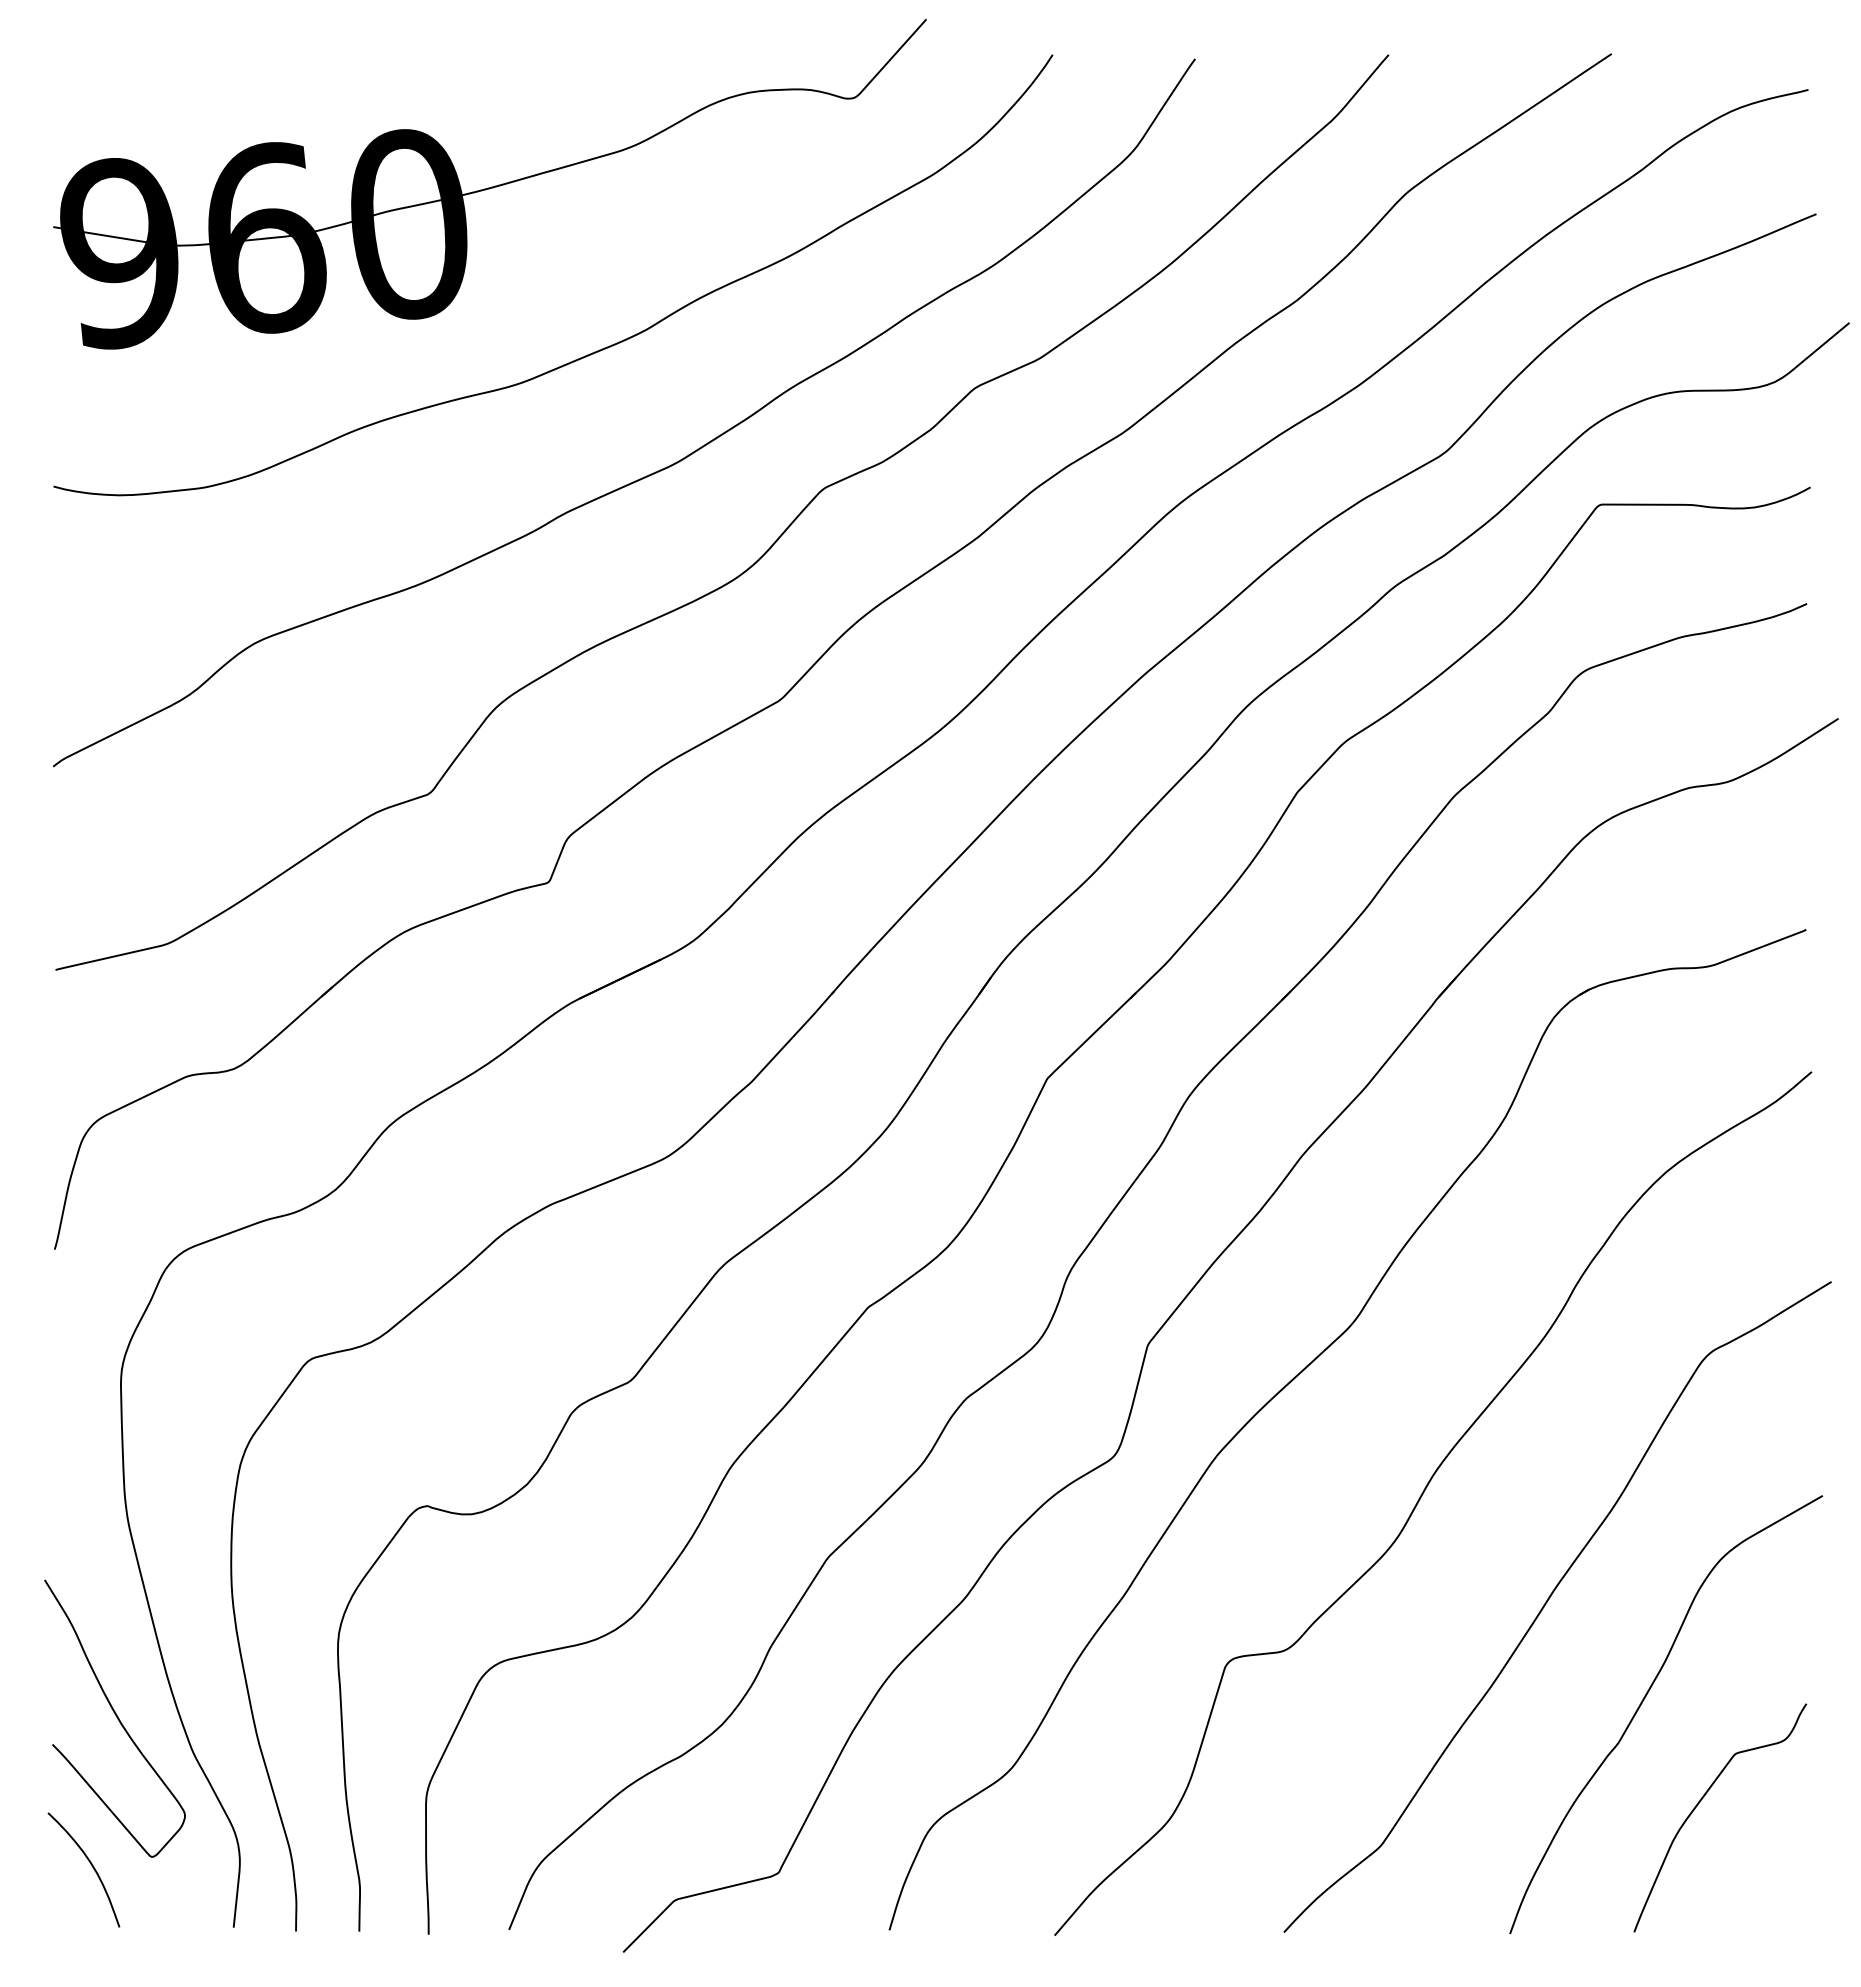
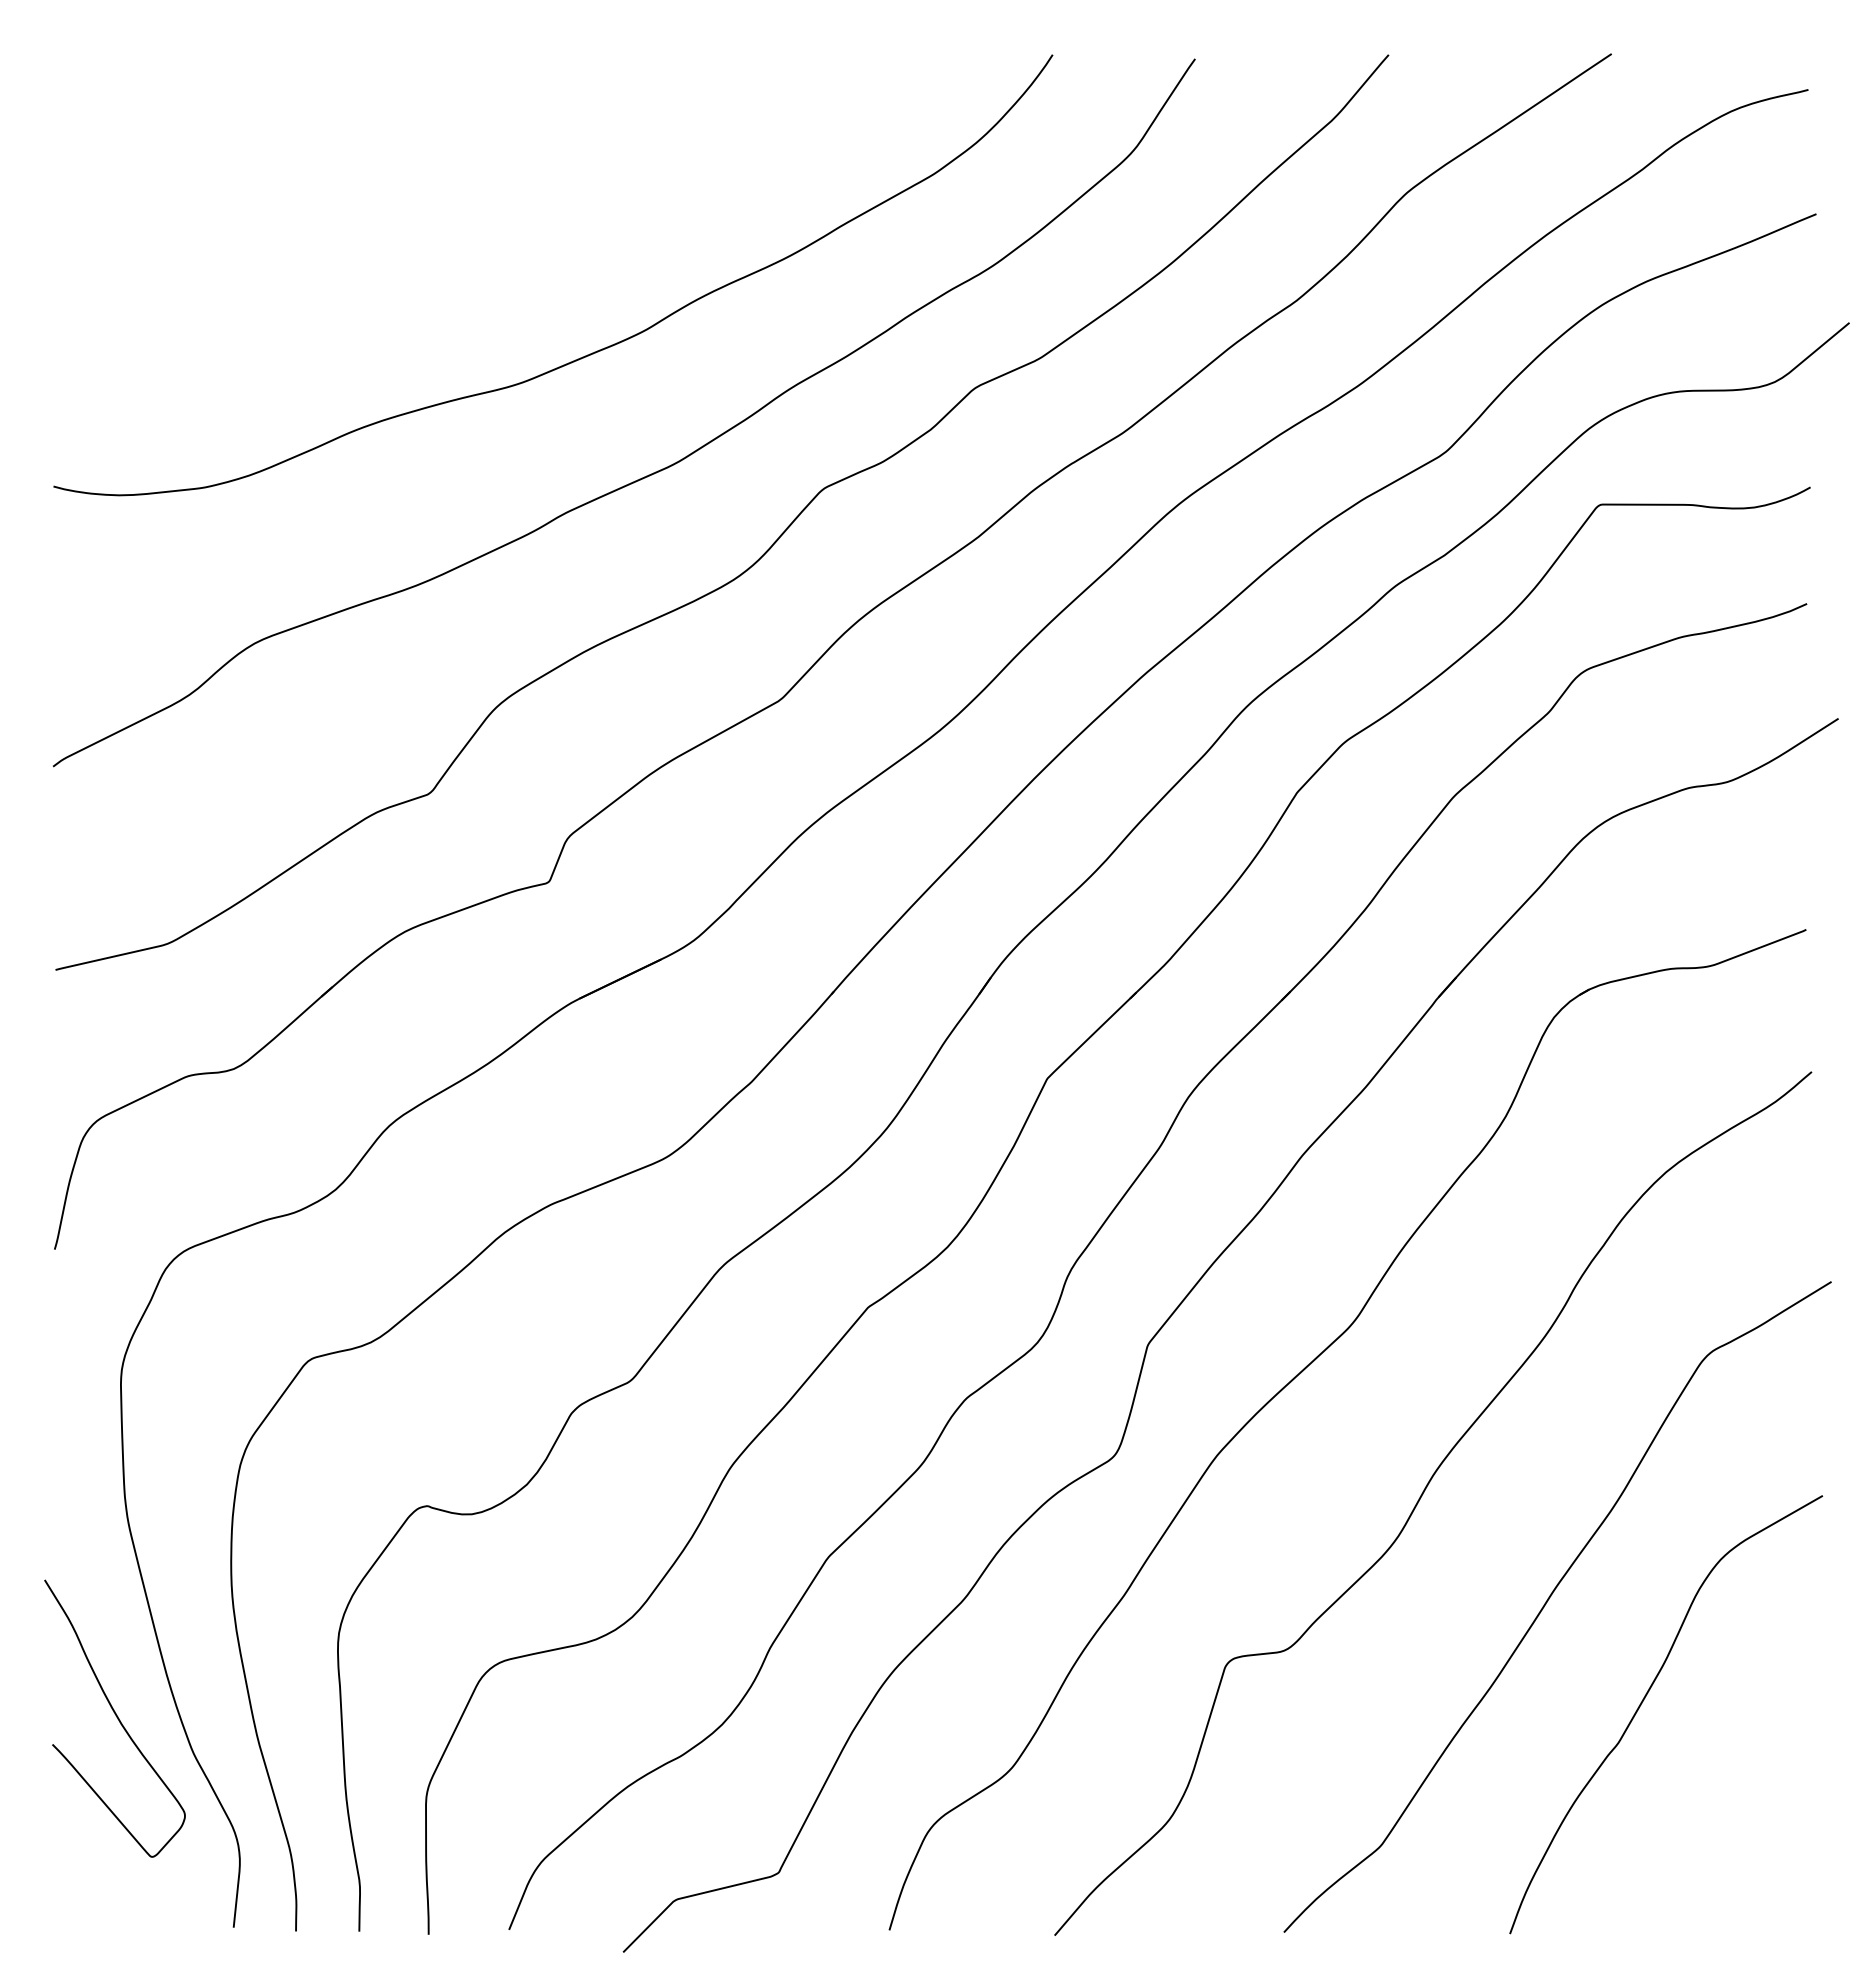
part at (489, 184): present -> none
curve at (1700, 1802): present -> none
curve at (91, 1866): present -> none
